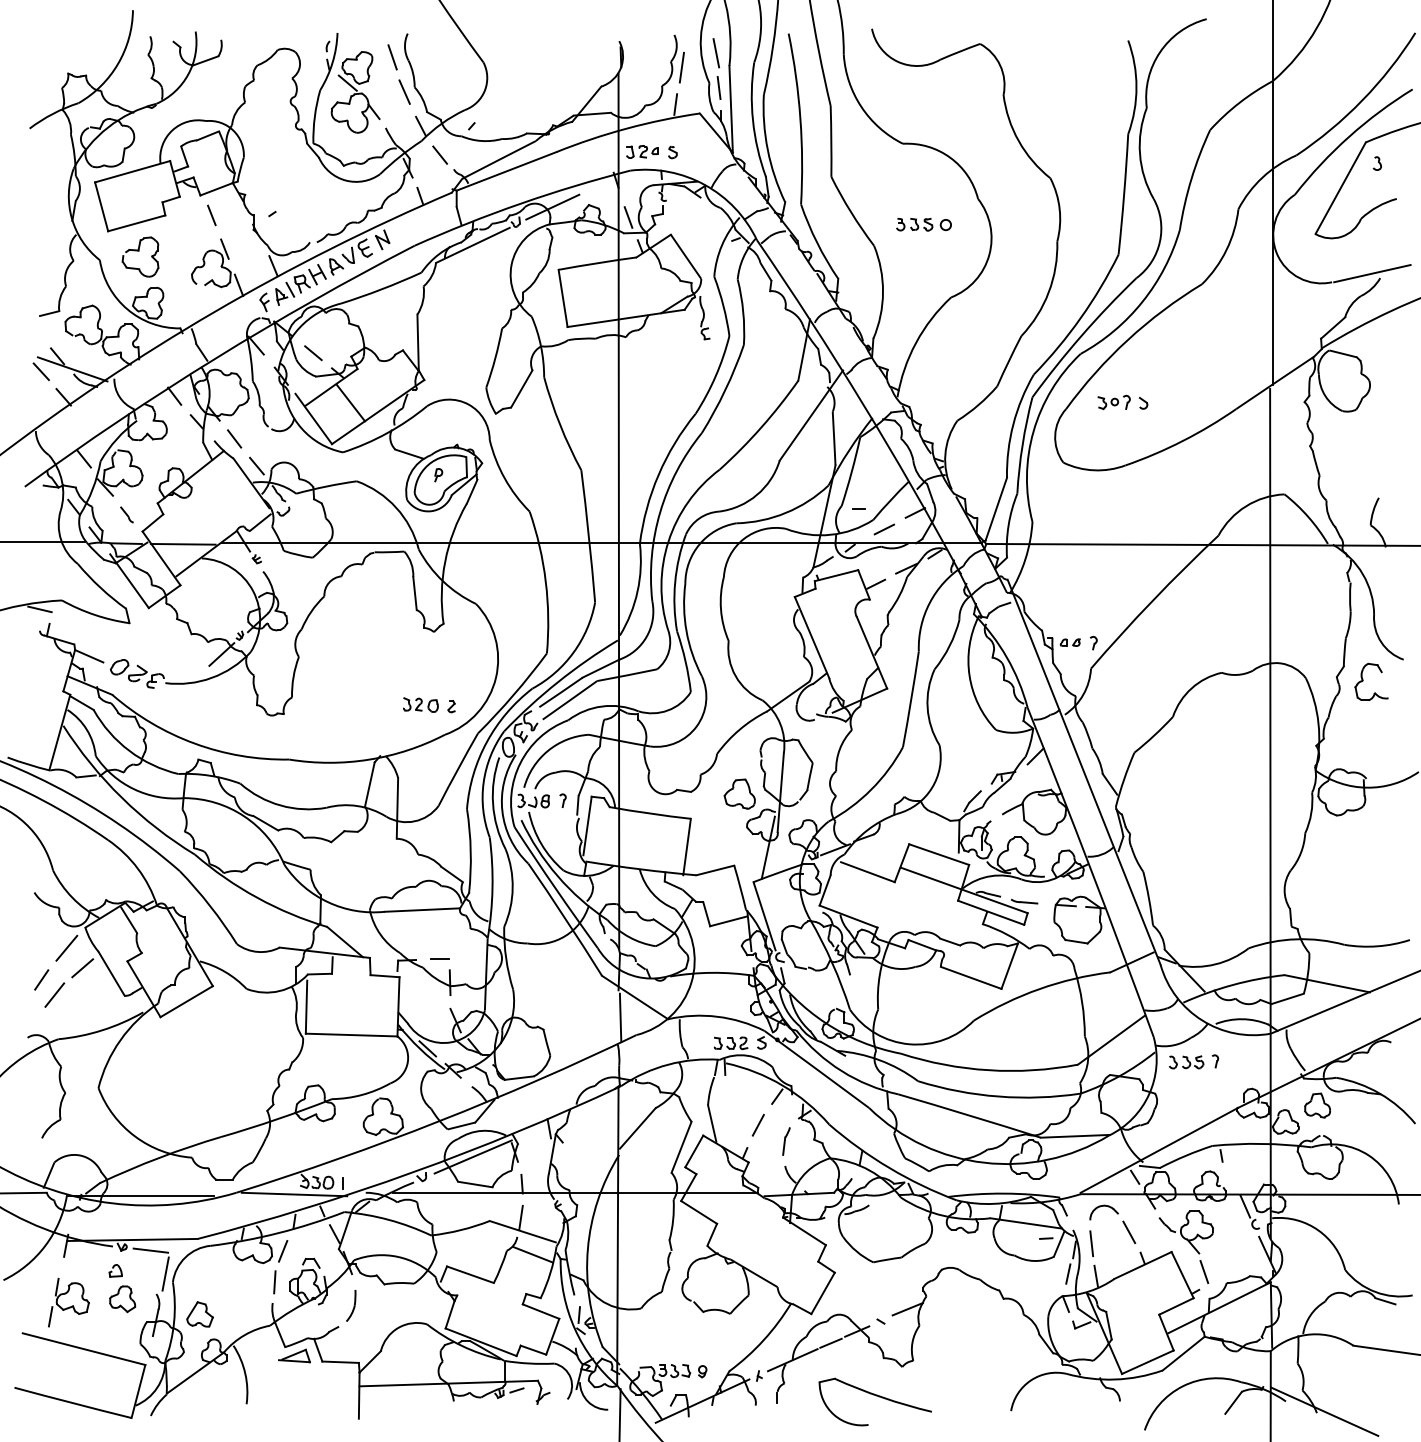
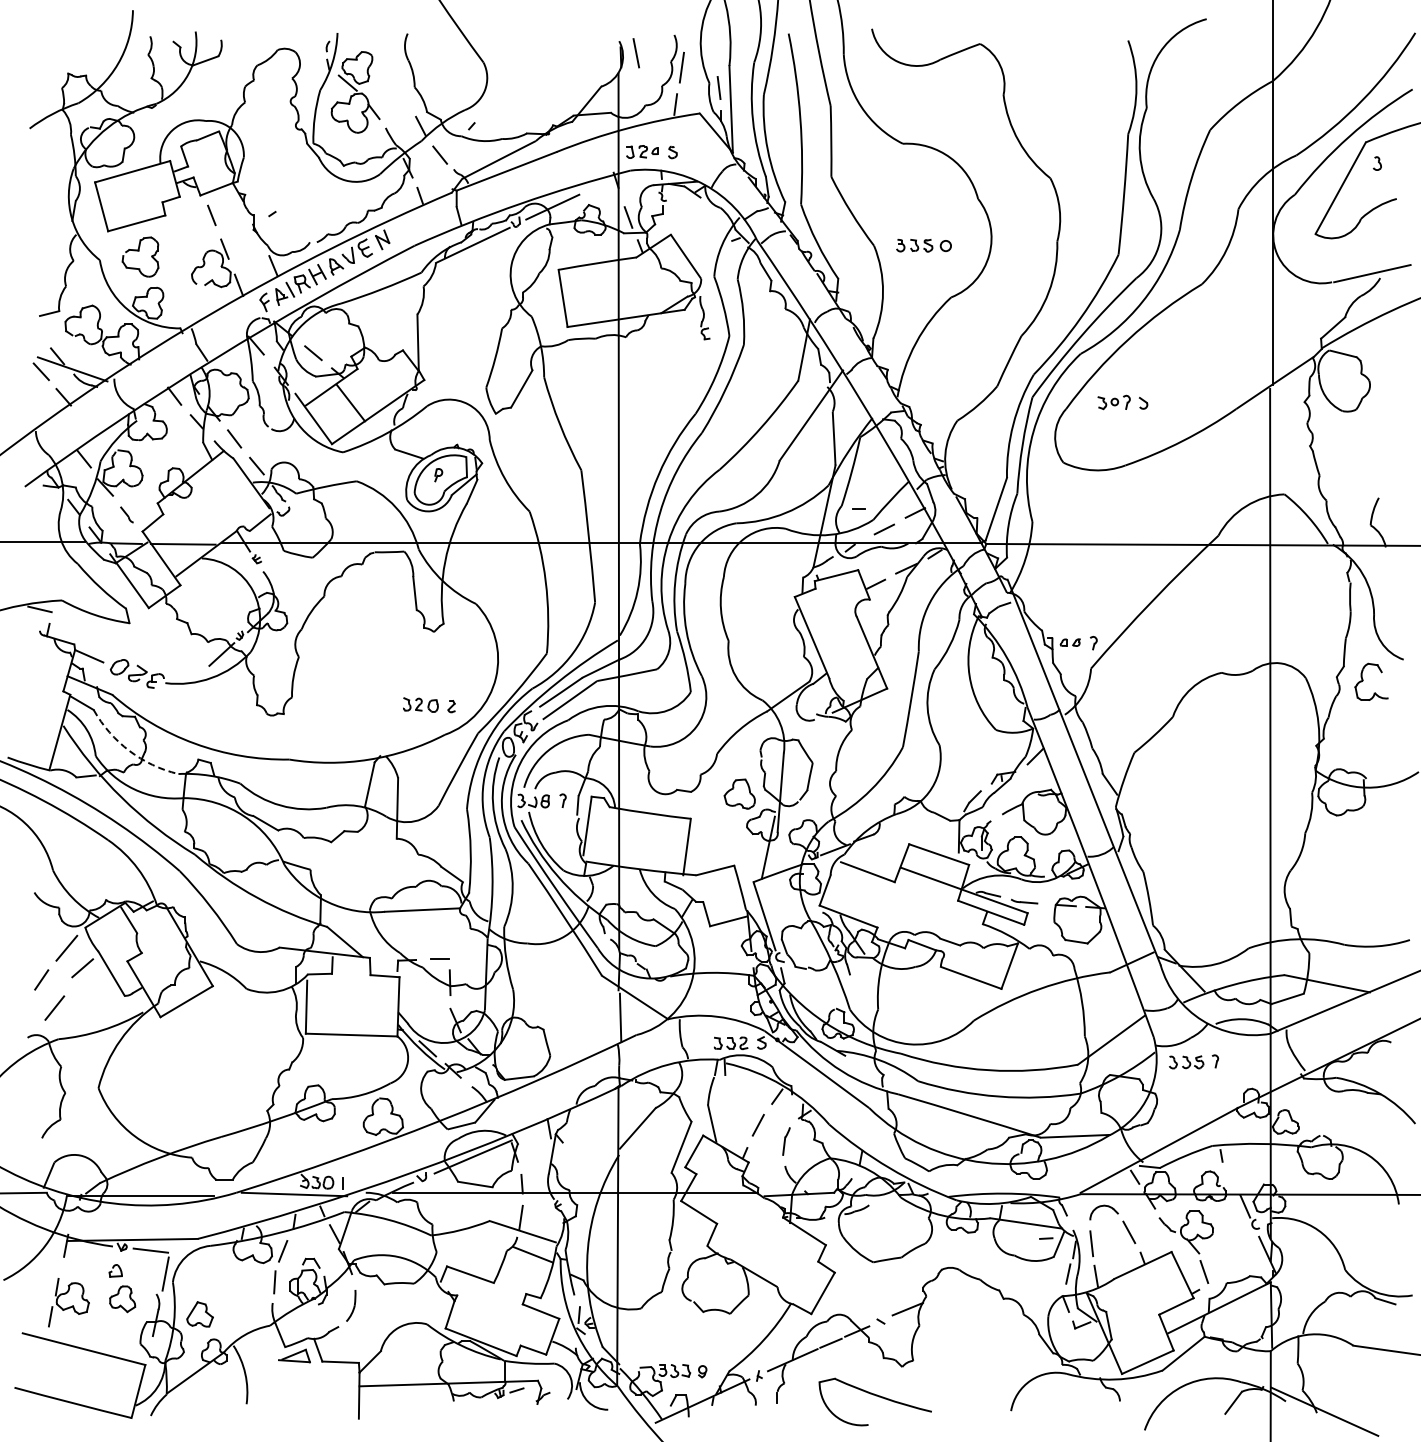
line at (715, 53) position: (715, 53) -> (635, 53)
line at (392, 57): present -> none
line at (404, 91): present -> none
part at (923, 224) position: (923, 224) -> (923, 245)
arc at (129, 750): solid -> dashed
line at (54, 994) position: (54, 994) -> (54, 1007)
part at (1317, 1105): present -> none
line at (619, 1413): present -> none
